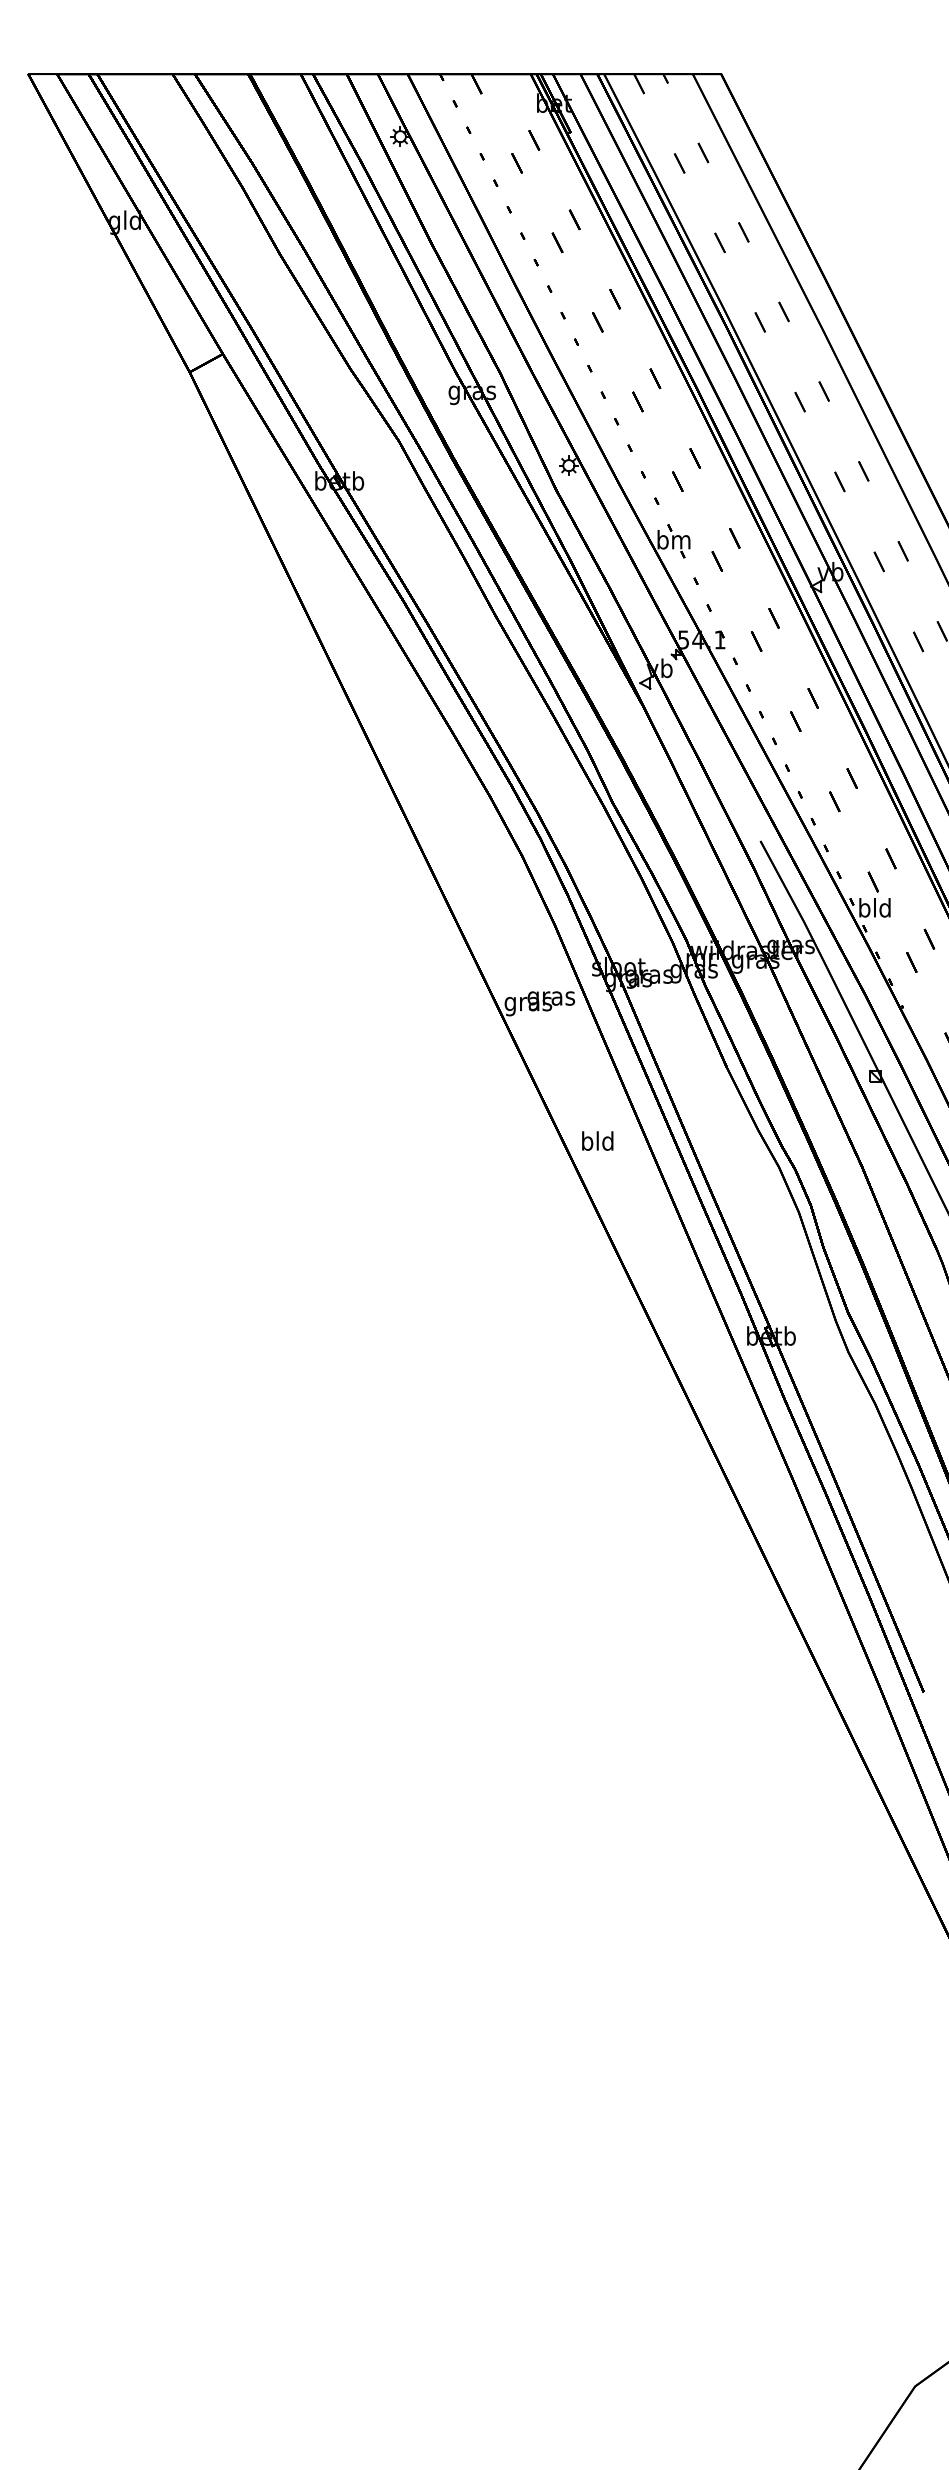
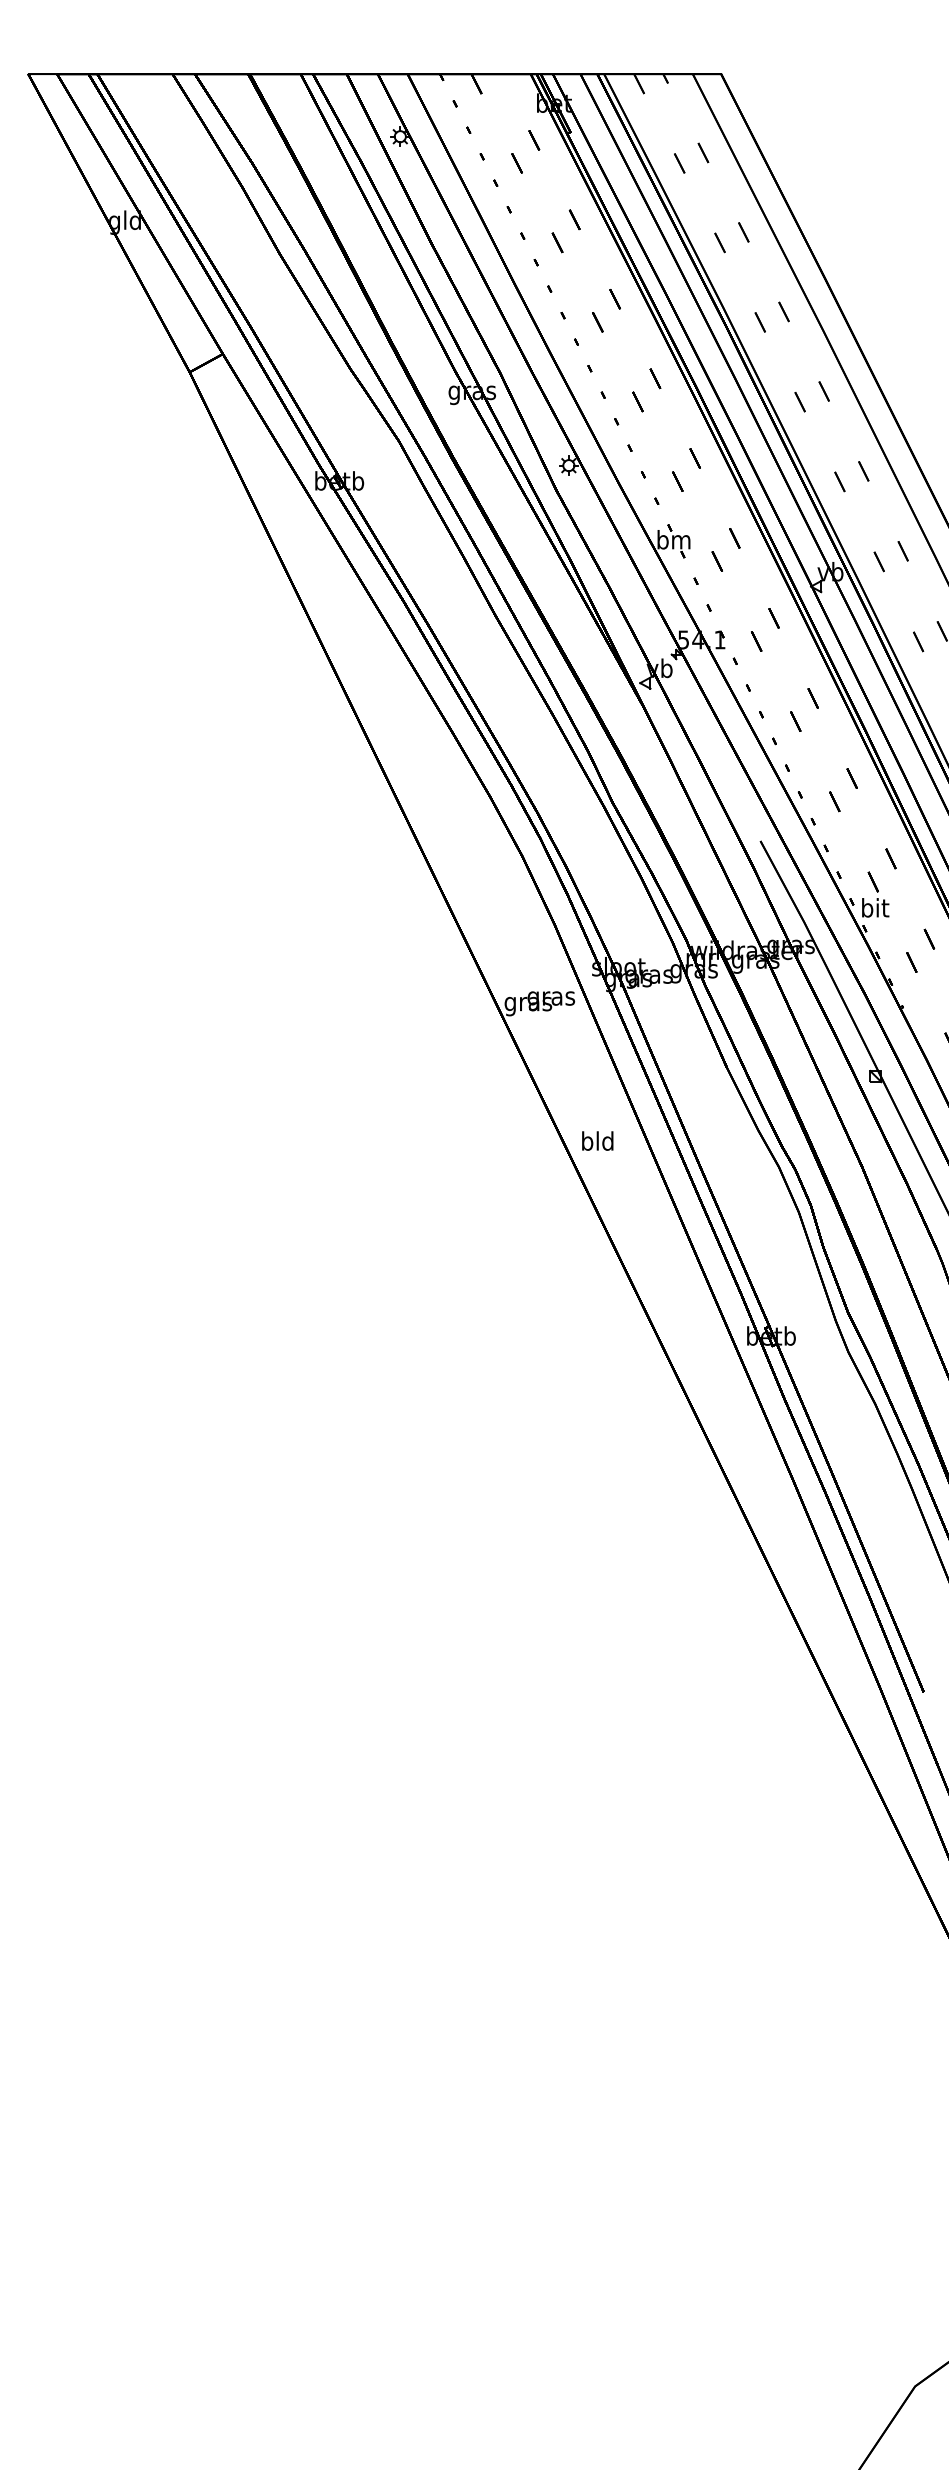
text at (874, 907): bld -> bit
